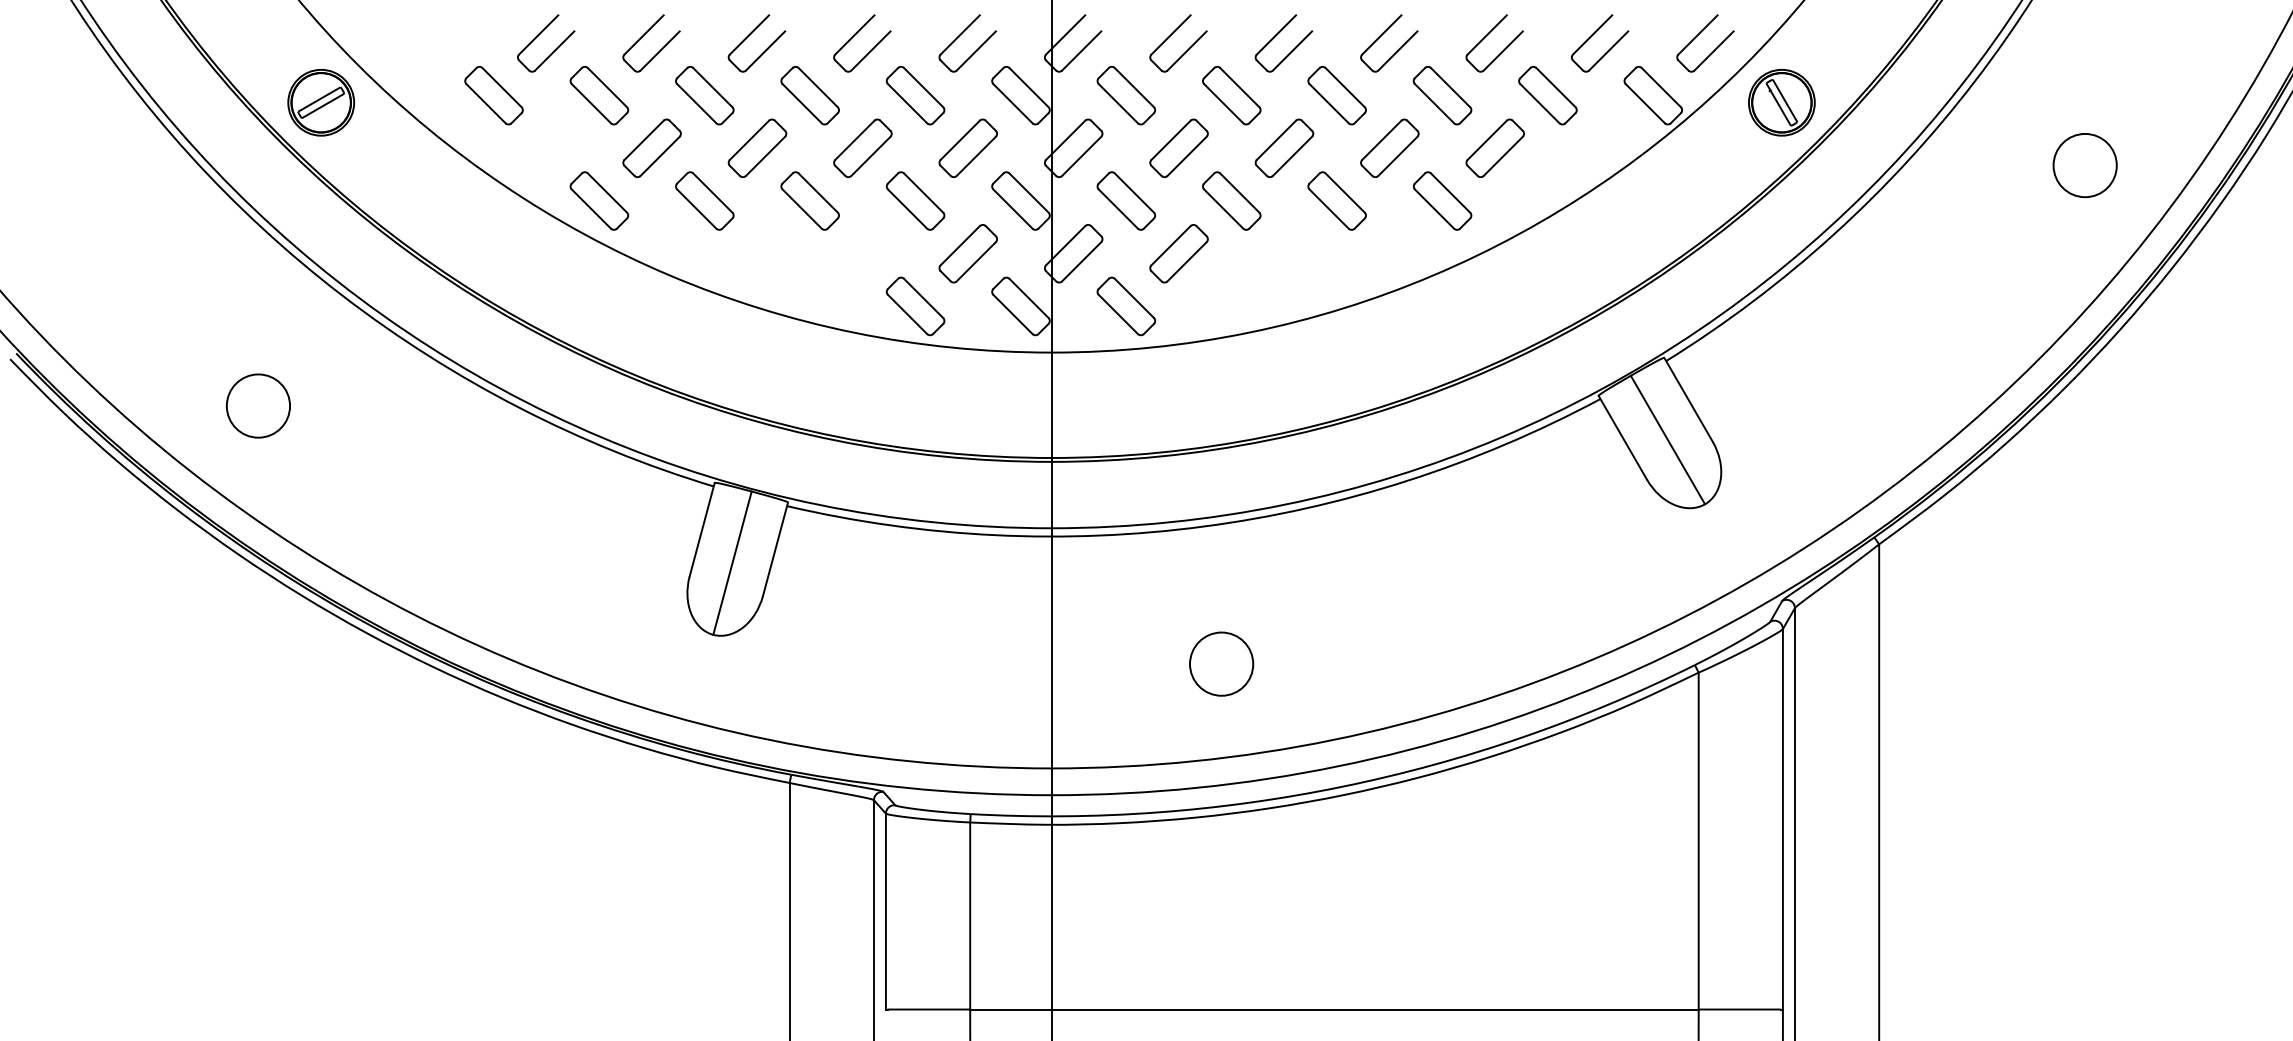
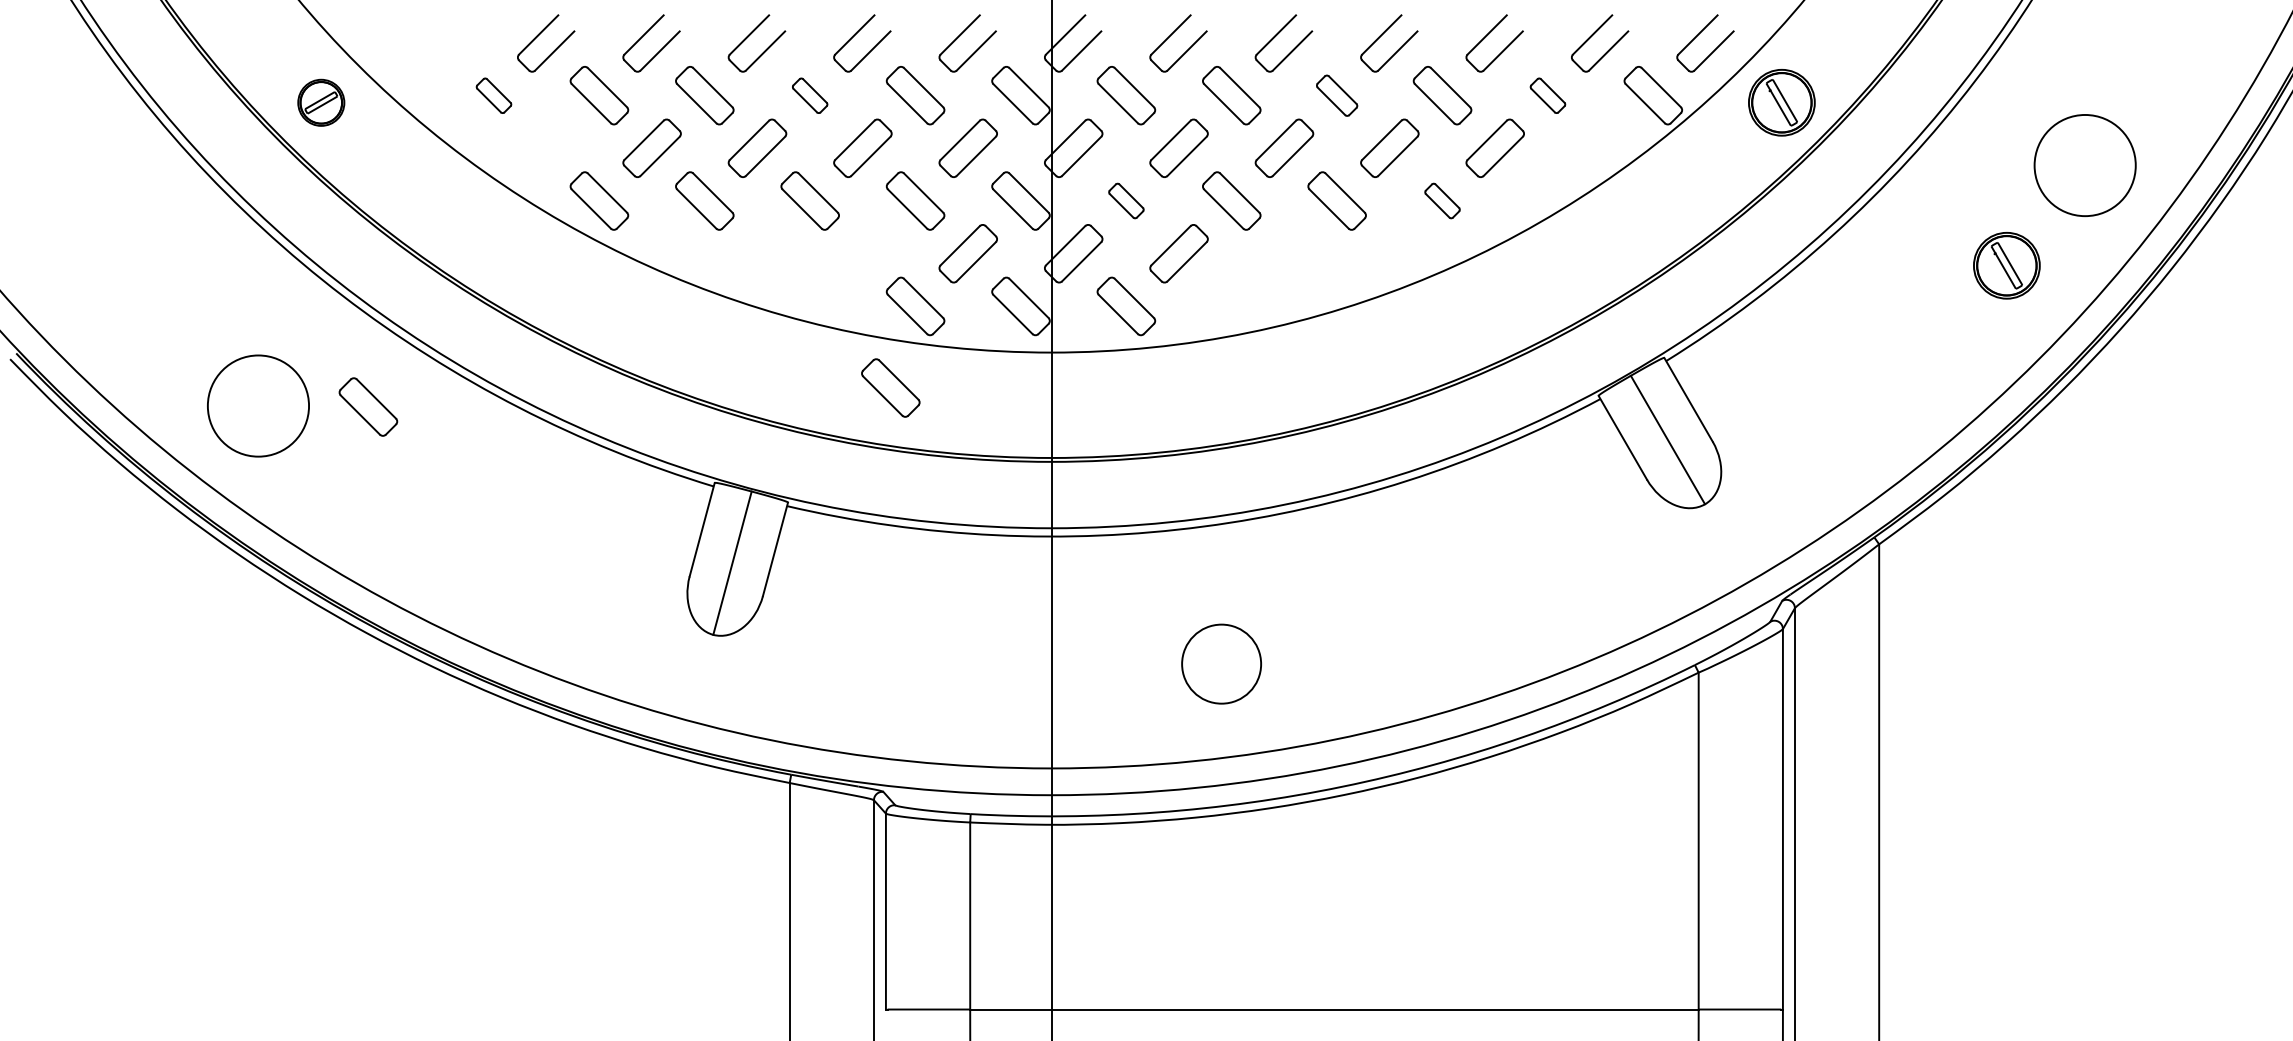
part at (493, 95) size: 60x60 px -> 38x37 px
part at (809, 95) size: 60x60 px -> 37x37 px
part at (1336, 95) size: 60x60 px -> 43x43 px
part at (1547, 95) size: 60x60 px -> 38x37 px
part at (321, 102) size: 69x68 px -> 49x49 px
circle at (2084, 165) diameter: 63 px -> 101 px
part at (1126, 200) size: 61x60 px -> 37x38 px
part at (1442, 200) size: 61x60 px -> 37x38 px
part at (2006, 265): none -> present
part at (890, 387): none -> present
circle at (258, 405) diameter: 63 px -> 101 px
part at (368, 406): none -> present
circle at (1221, 663) diameter: 63 px -> 79 px
